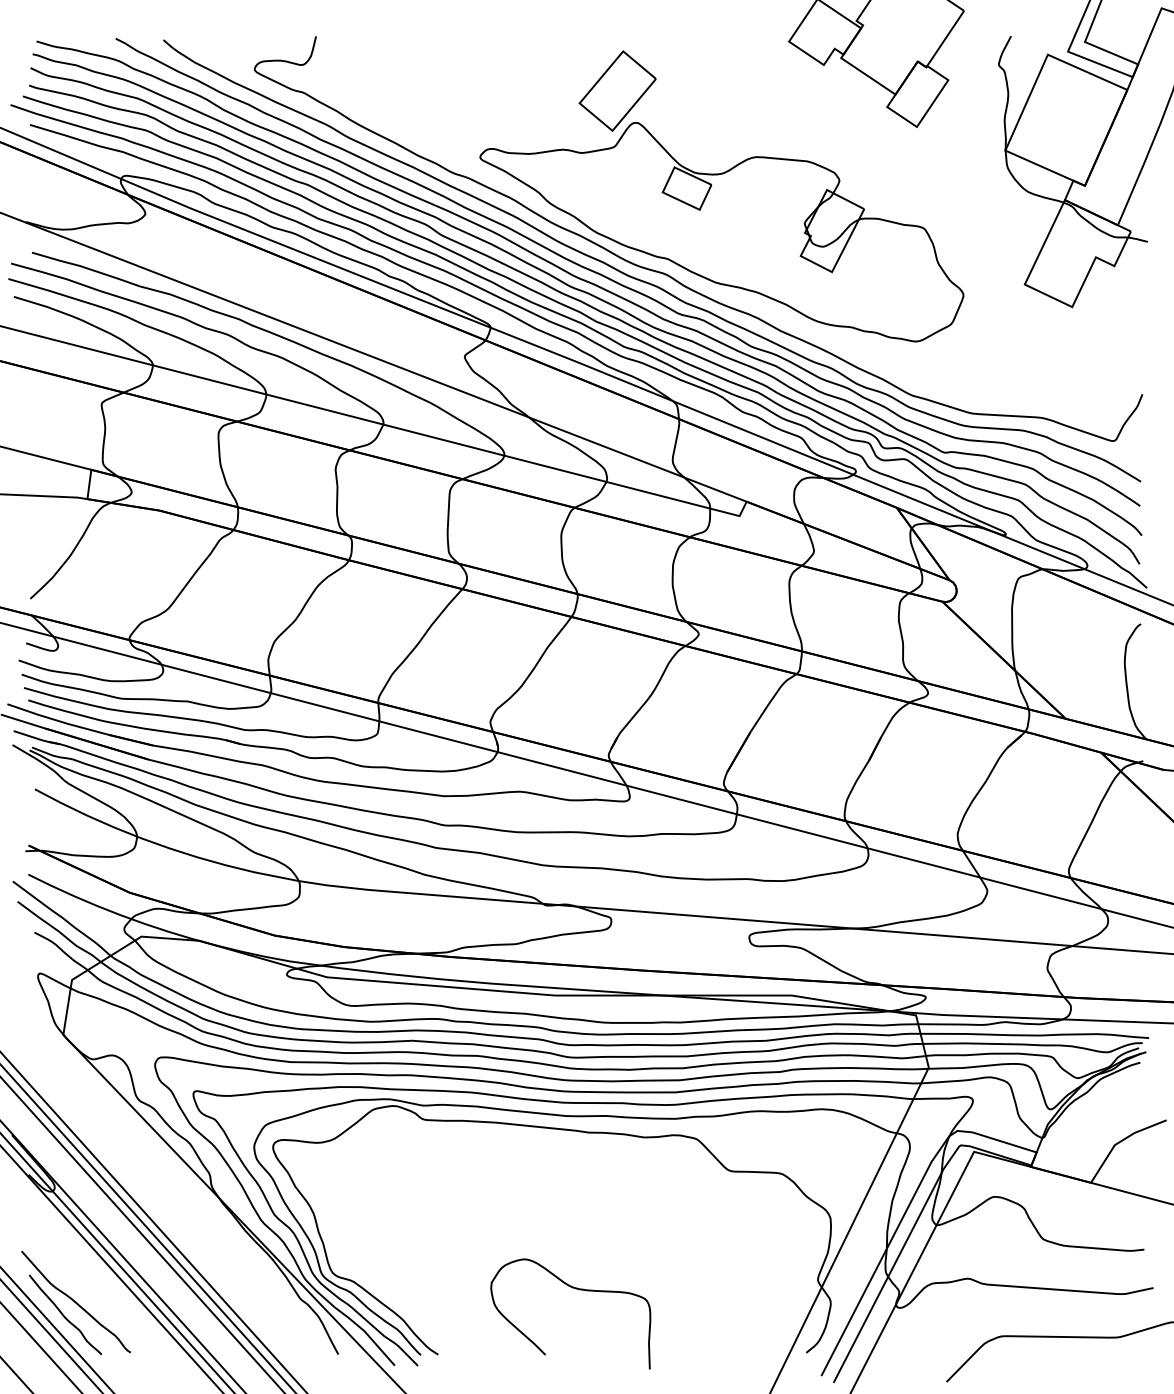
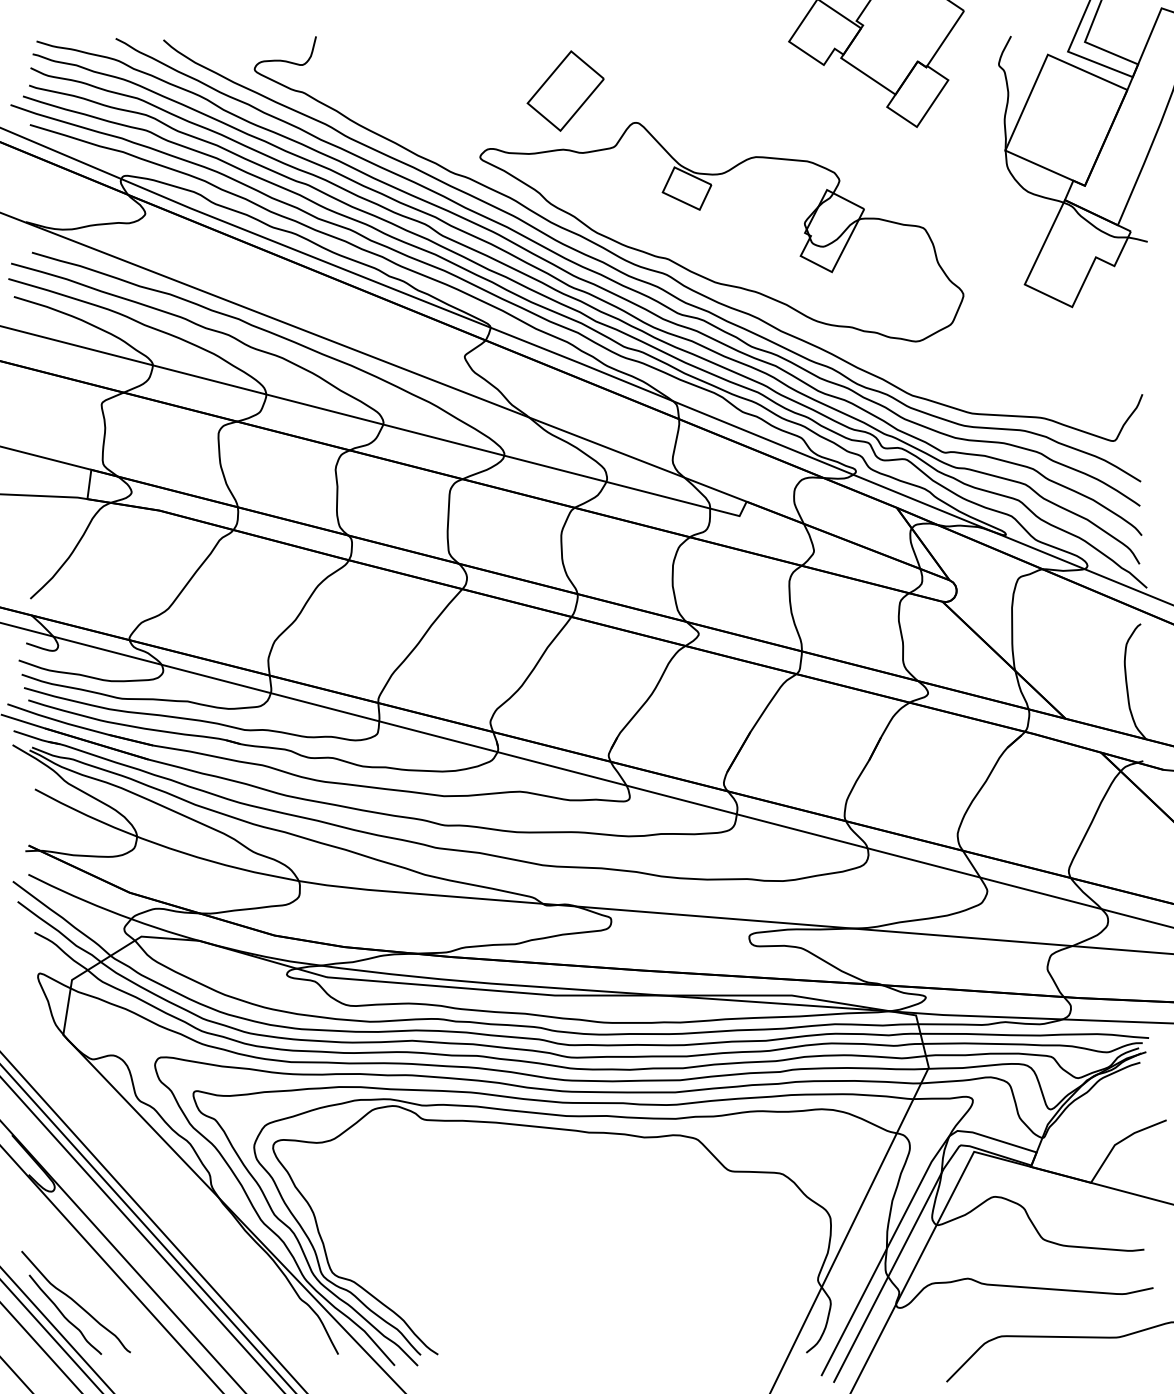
part at (617, 90) position: (617, 90) -> (565, 90)
line at (117, 1262): present -> none
curve at (575, 1289): present -> none
